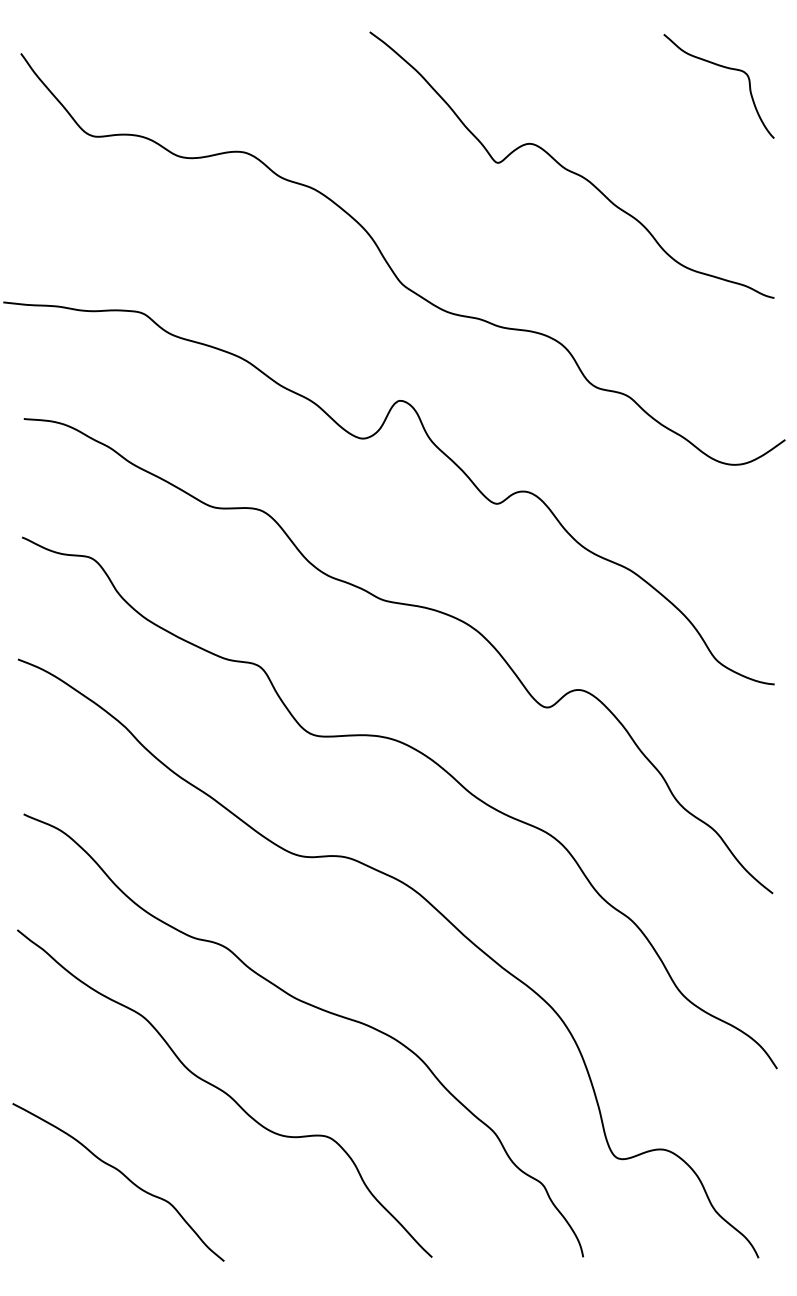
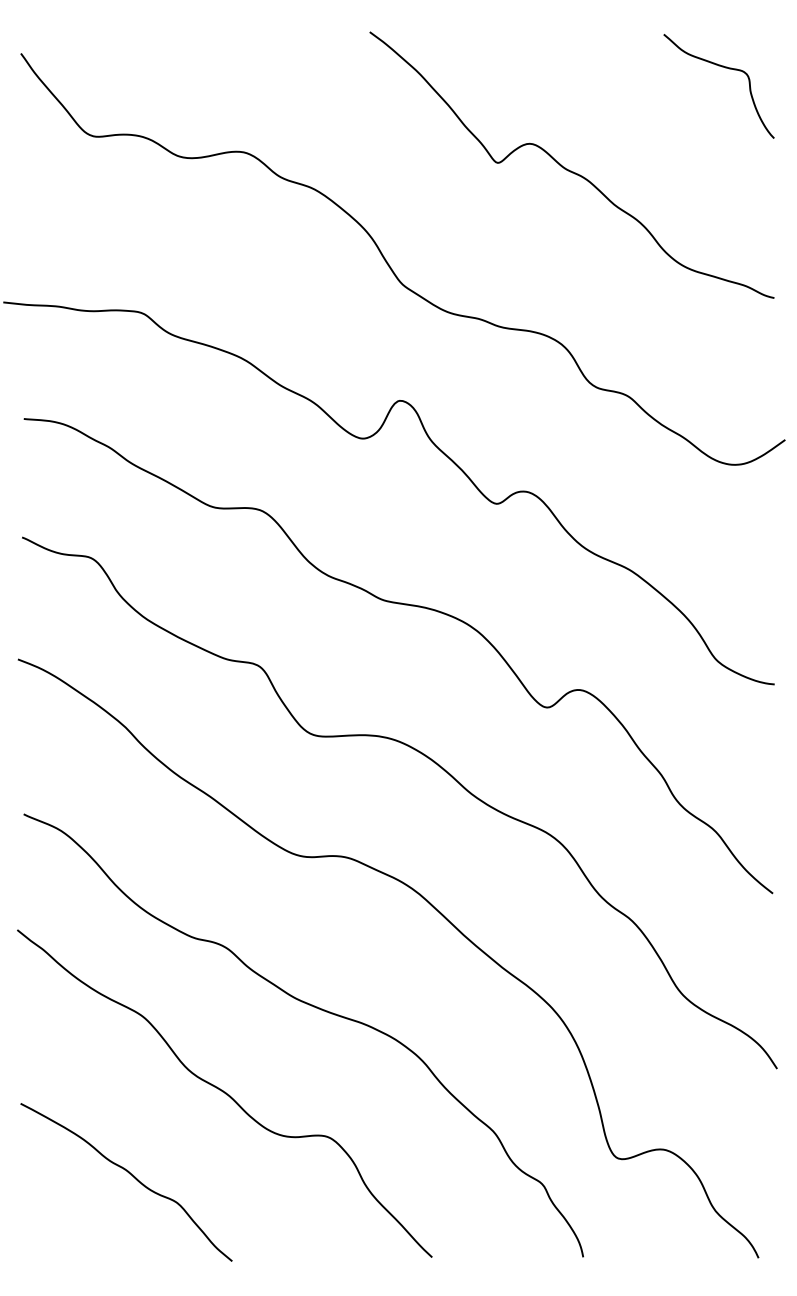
curve at (124, 1176) position: (124, 1176) -> (132, 1176)
